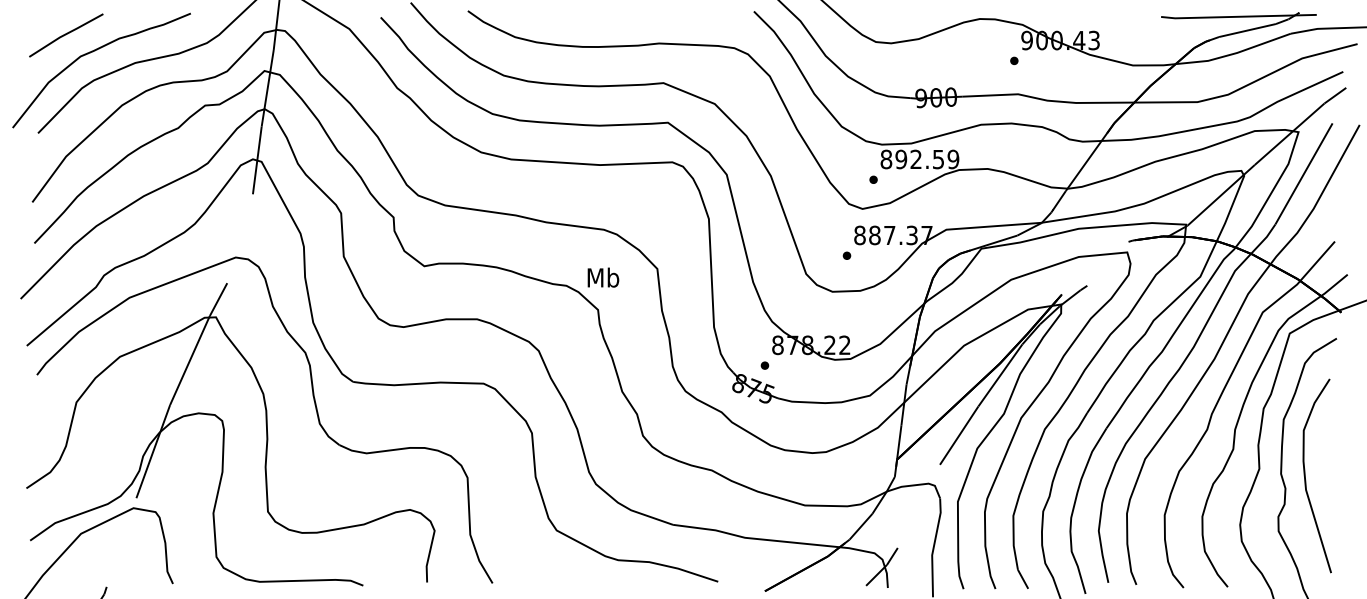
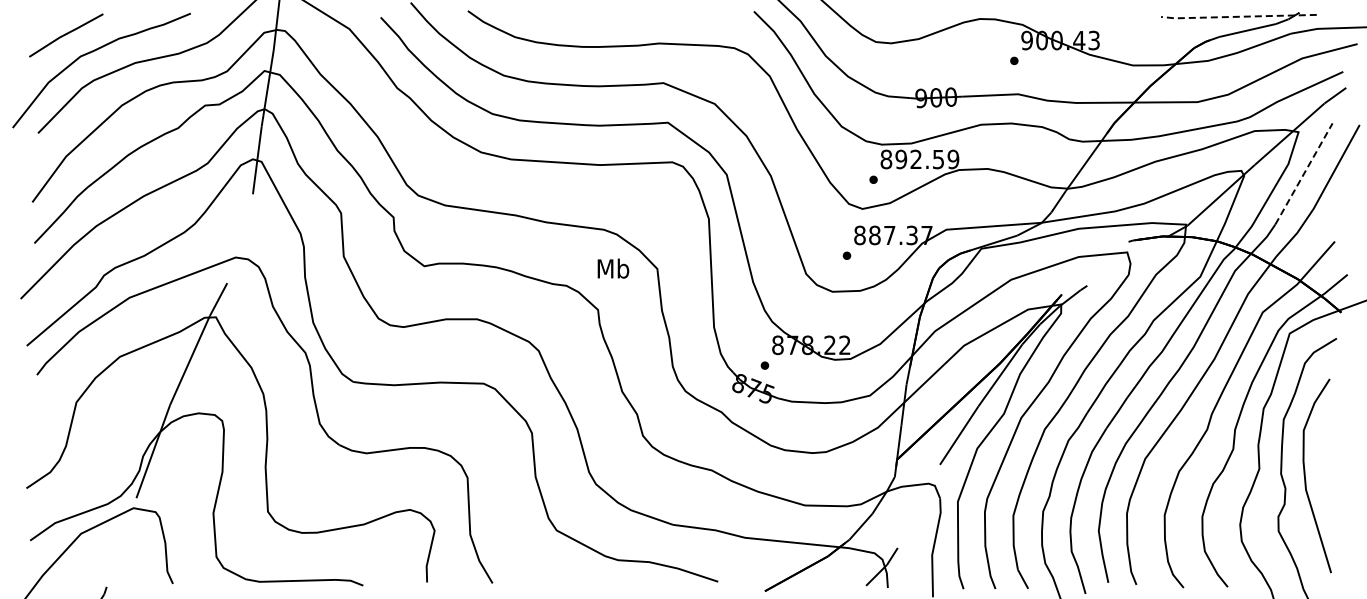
line at (1238, 16): solid -> dashed
line at (1304, 173): solid -> dashed
text at (603, 277) position: (603, 277) -> (613, 268)
